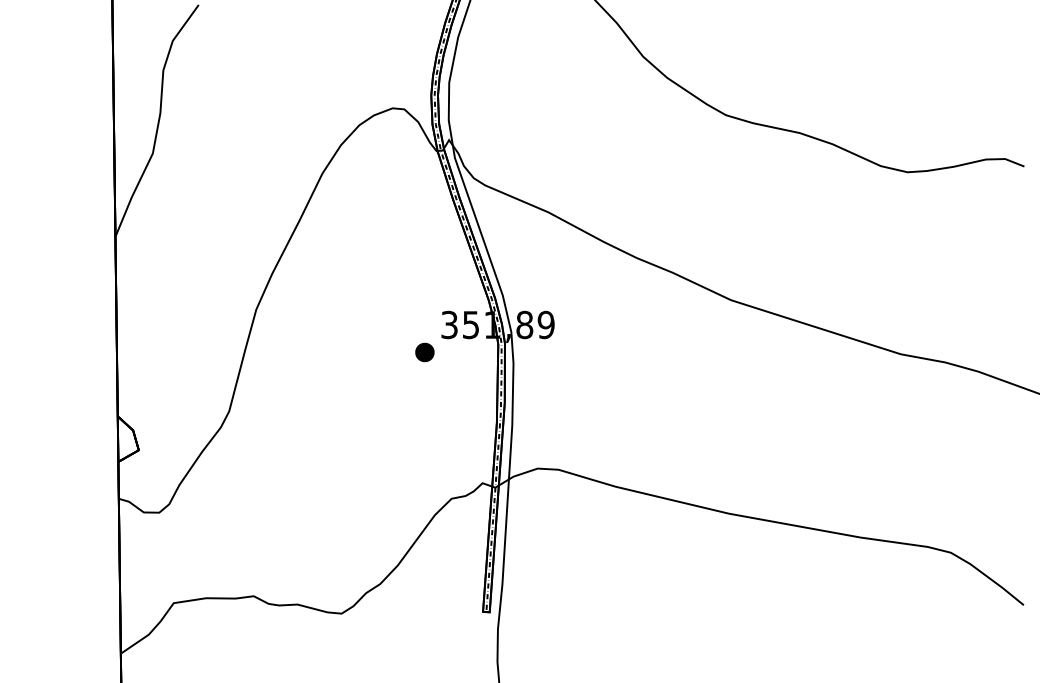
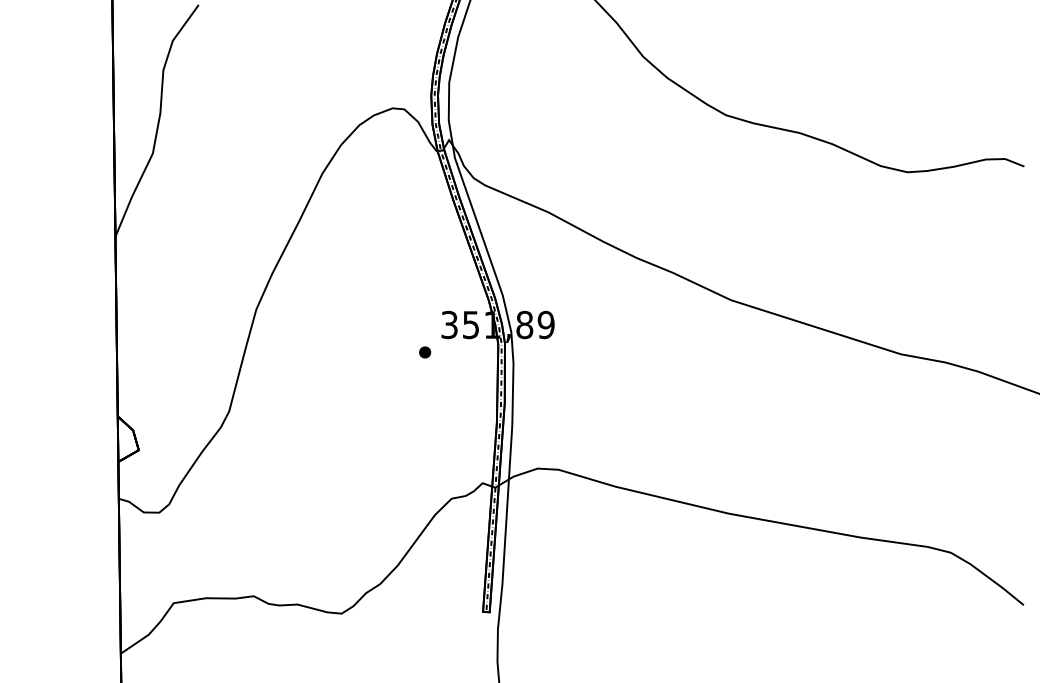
part at (424, 352) size: 20x21 px -> 13x13 px
